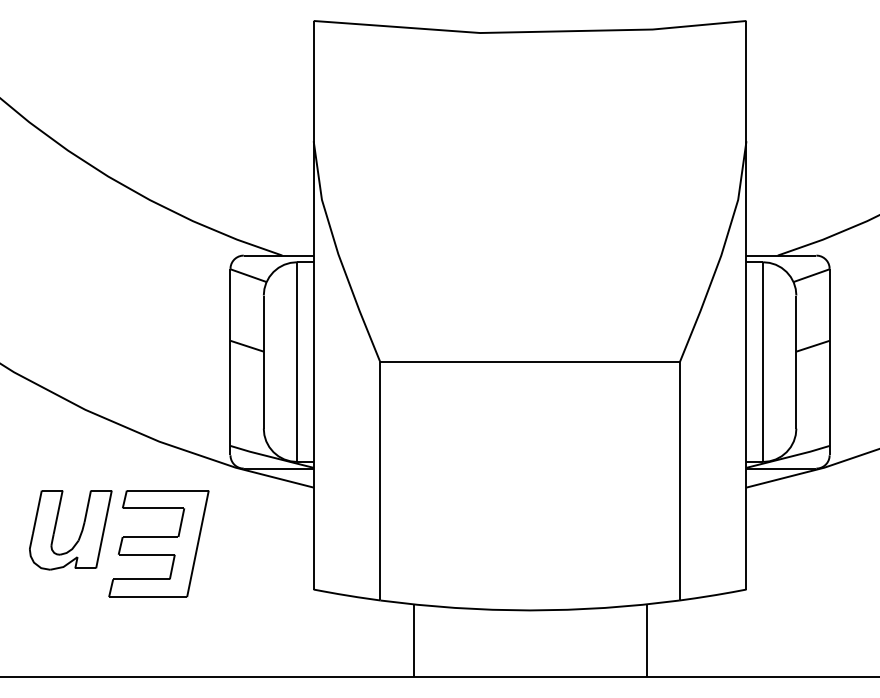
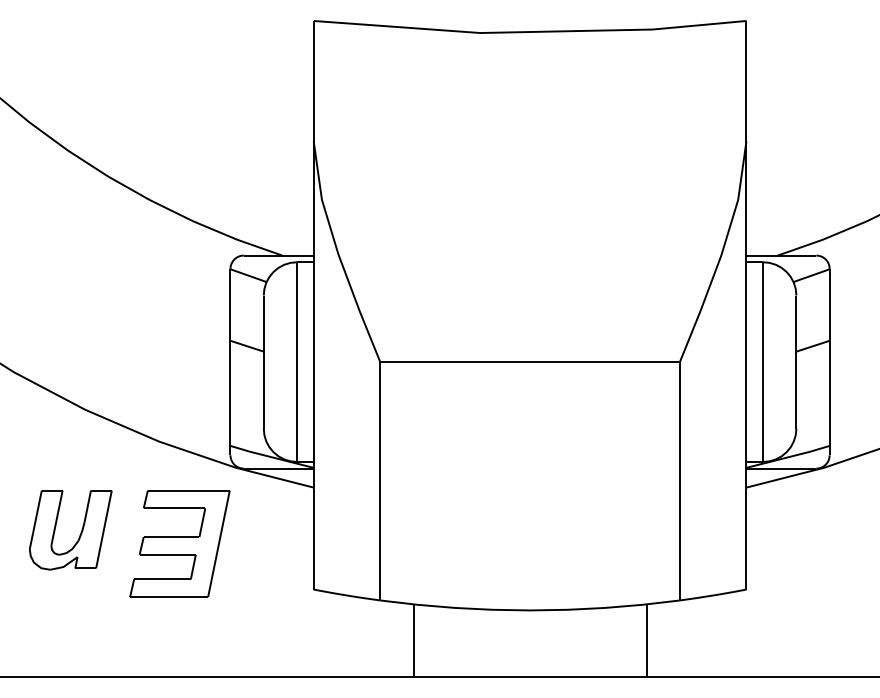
part at (158, 543) position: (158, 543) -> (179, 543)
